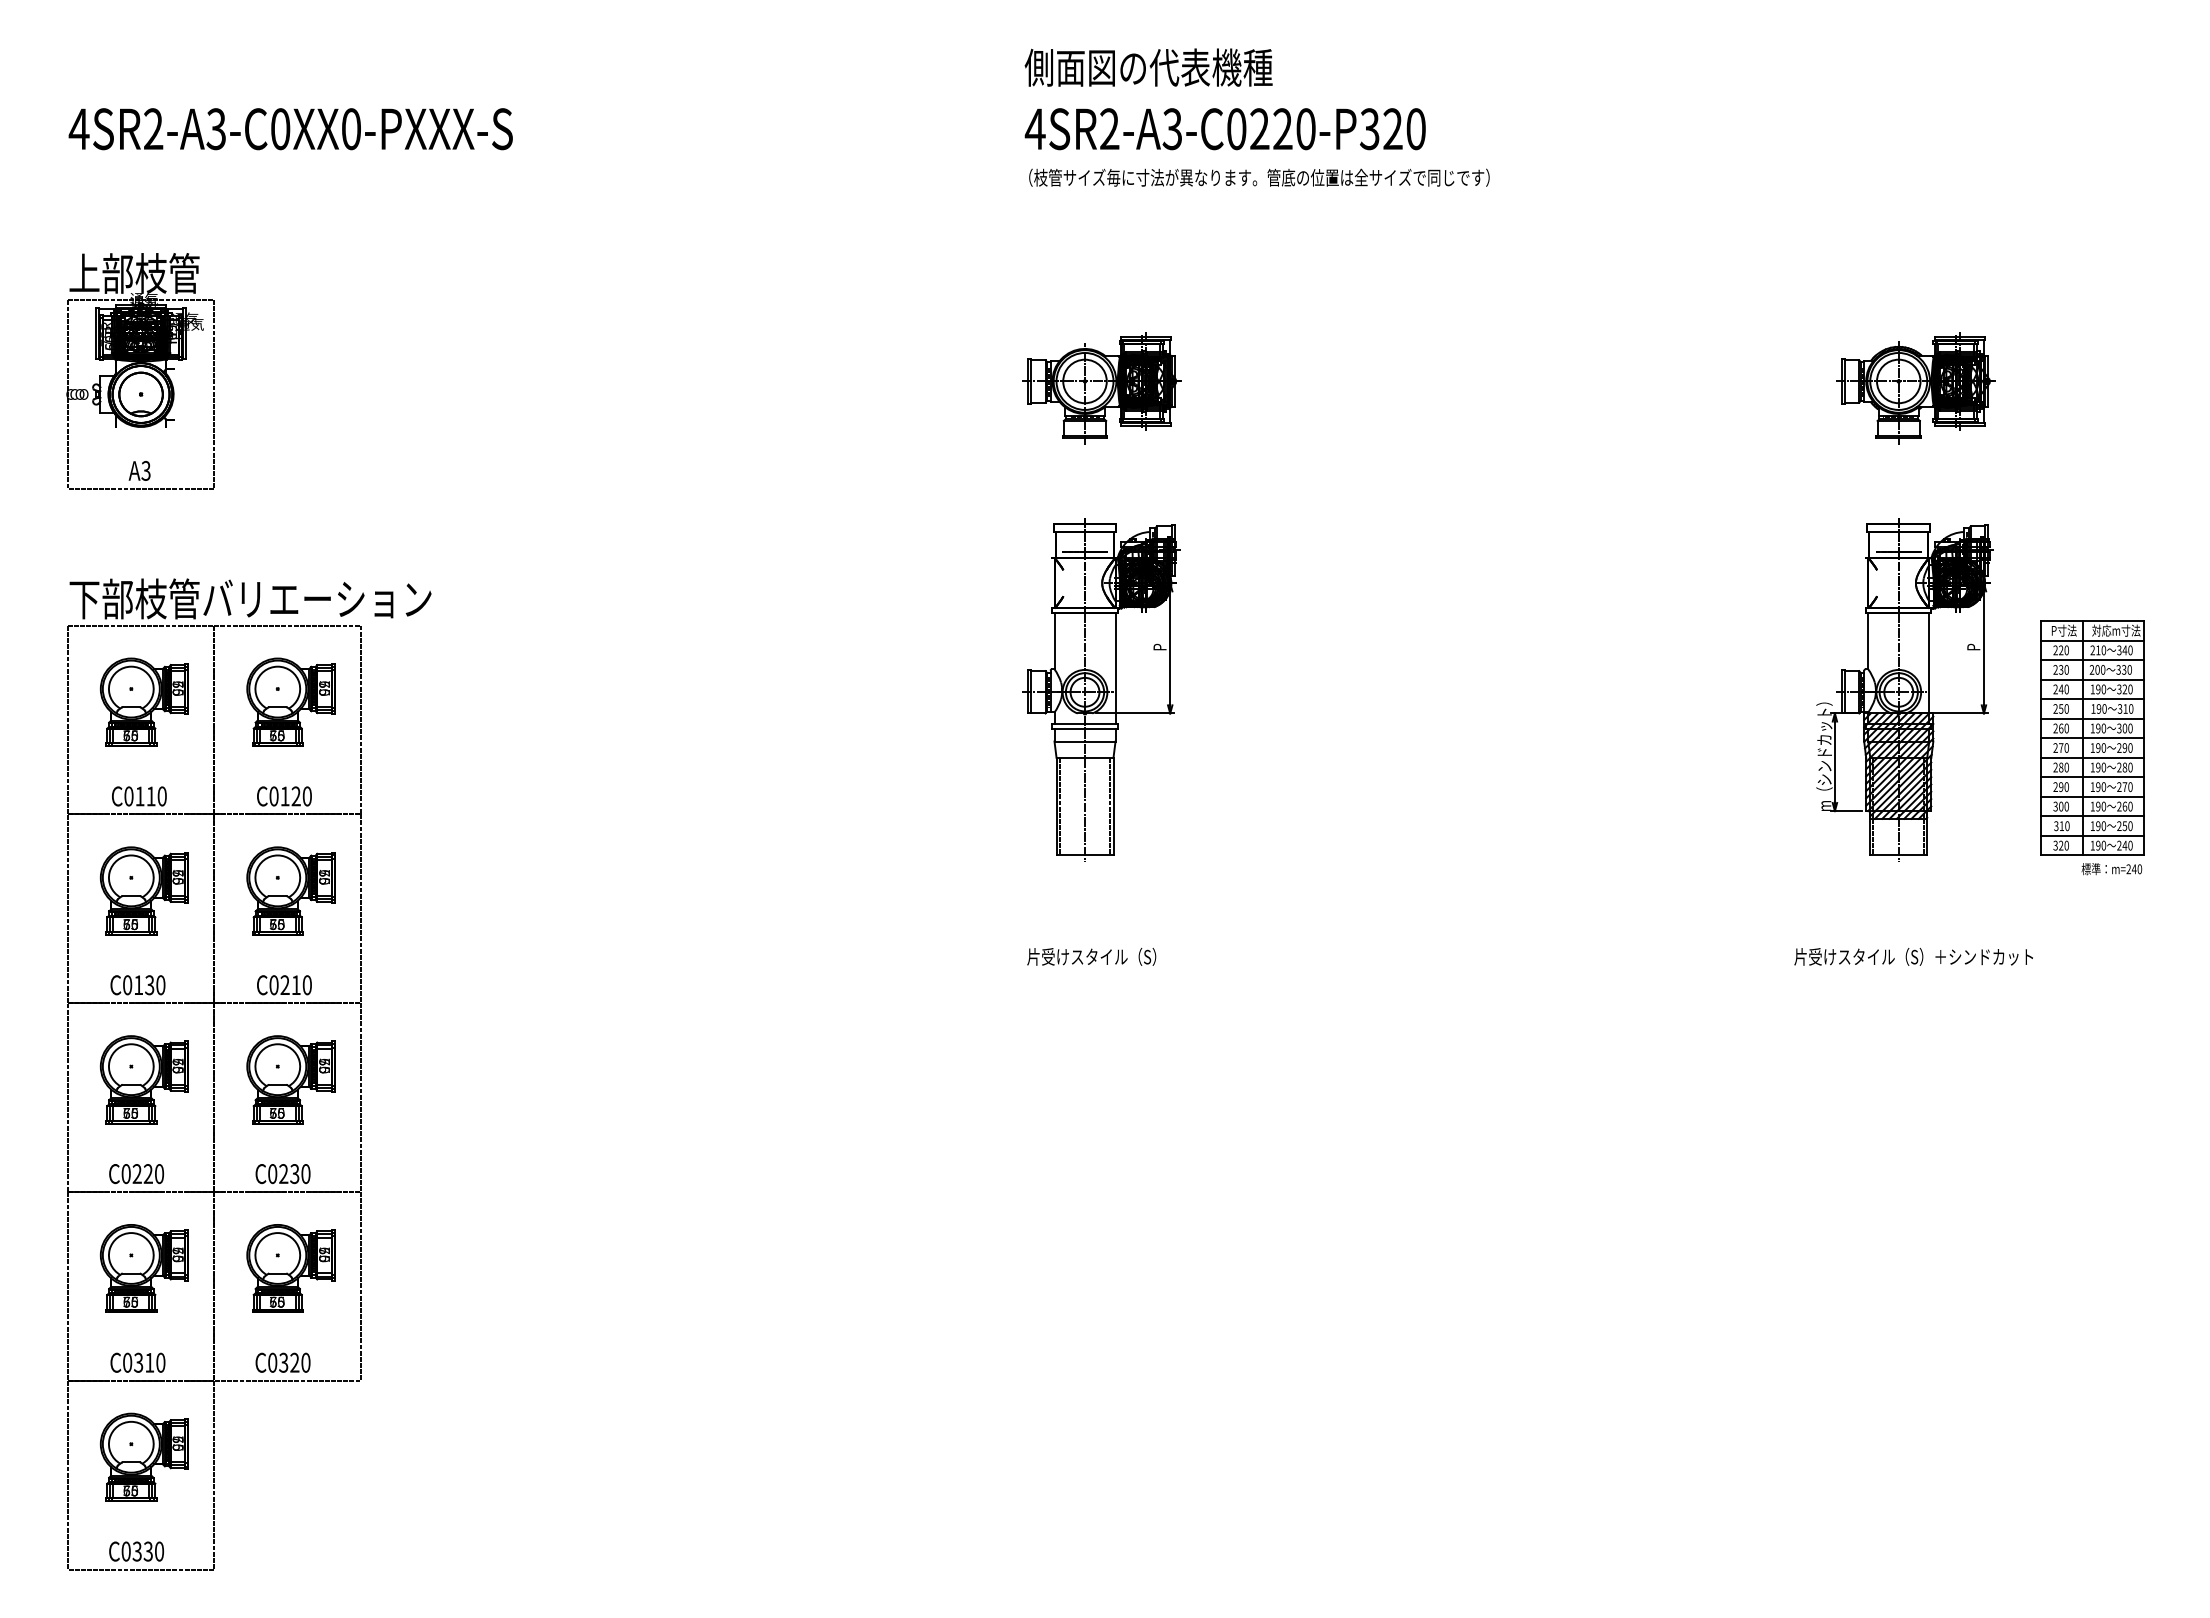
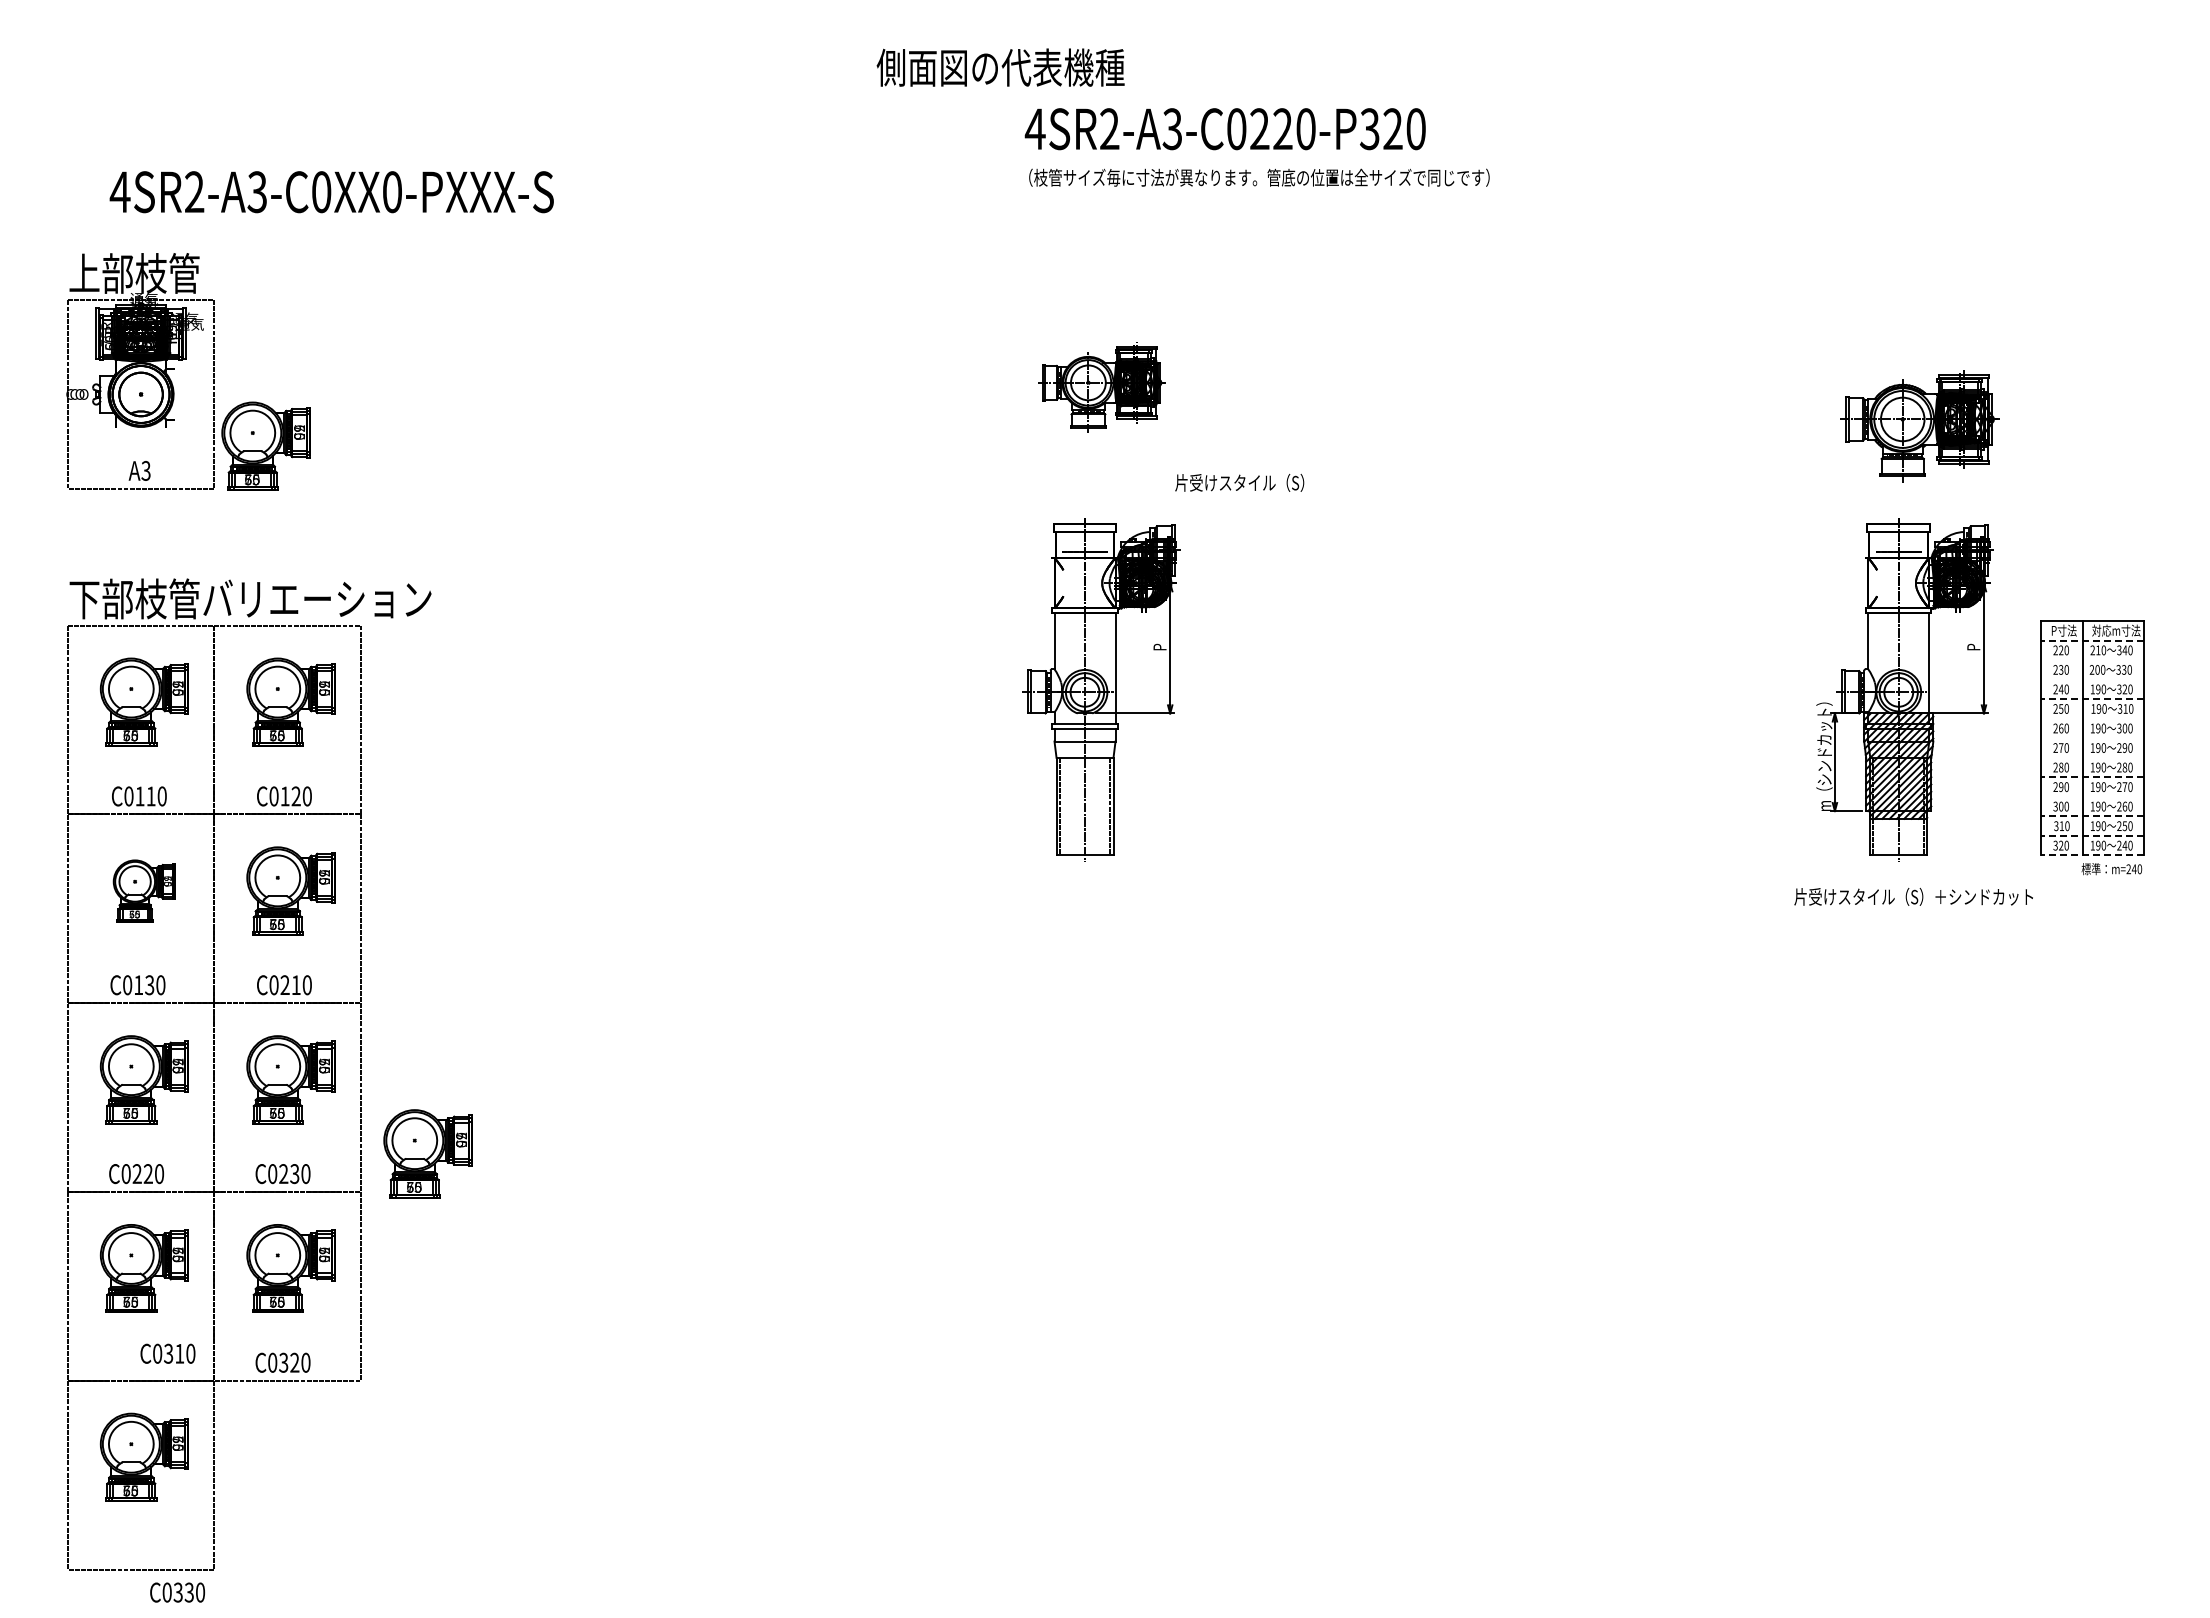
text at (1148, 67) position: (1148, 67) -> (1000, 67)
text at (290, 129) position: (290, 129) -> (331, 192)
part at (1101, 388) size: 160x113 px -> 128x91 px
part at (1915, 388) position: (1915, 388) -> (1919, 426)
part at (265, 445): none -> present
line at (2091, 640): solid -> dashed
line at (2092, 660): present -> none
line at (2092, 679): present -> none
line at (2091, 699): solid -> dashed
line at (2092, 718): present -> none
line at (2092, 738): present -> none
line at (2092, 757): present -> none
line at (2091, 777): solid -> dashed
line at (2092, 796): present -> none
line at (2091, 816): solid -> dashed
line at (2091, 835): solid -> dashed
line at (2091, 855): solid -> dashed
part at (143, 890) size: 90x90 px -> 64x64 px
text at (1091, 956) position: (1091, 956) -> (1239, 482)
text at (1913, 956) position: (1913, 956) -> (1913, 896)
part at (427, 1153): none -> present
text at (137, 1362) position: (137, 1362) -> (167, 1353)
text at (136, 1551) position: (136, 1551) -> (177, 1592)
